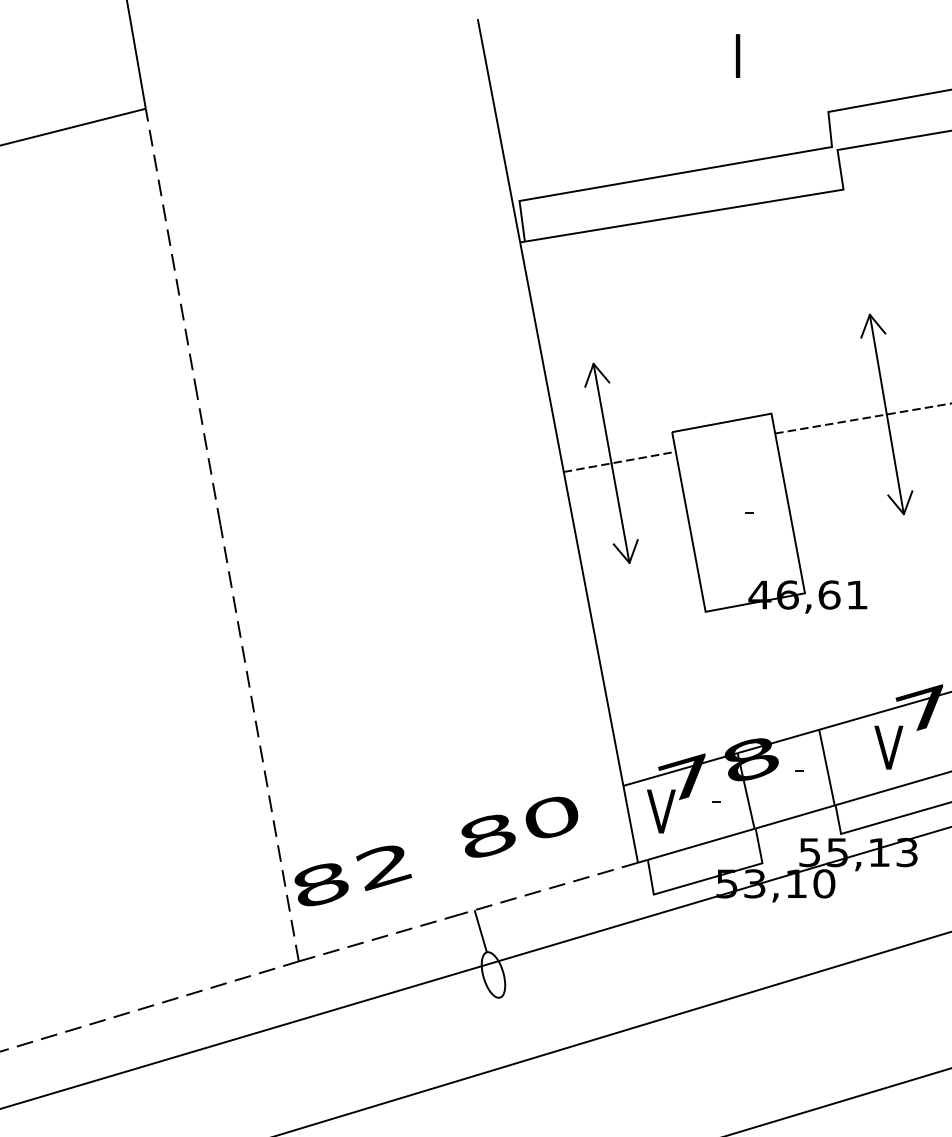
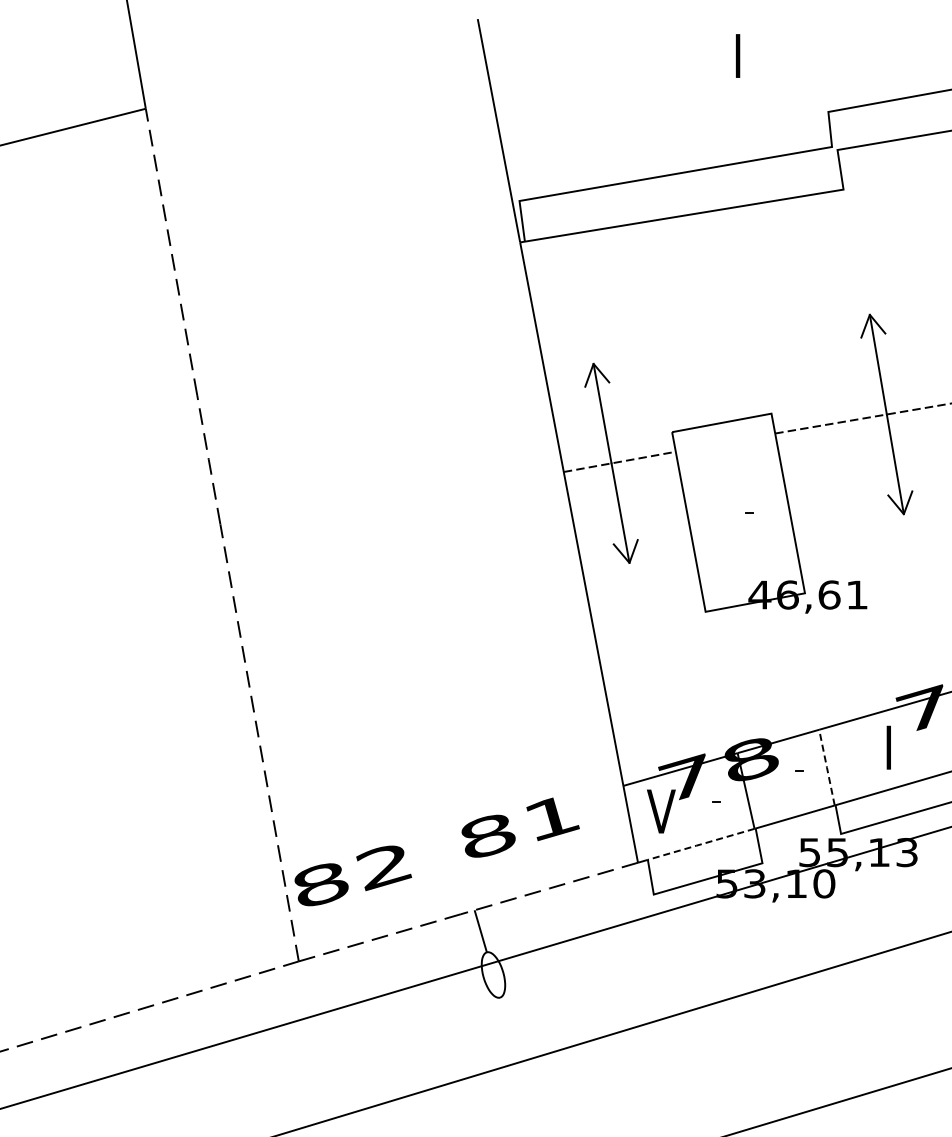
text at (888, 747): V -> I
line at (826, 767): solid -> dashed
text at (552, 818): 80 -> 81
line at (700, 844): solid -> dashed
